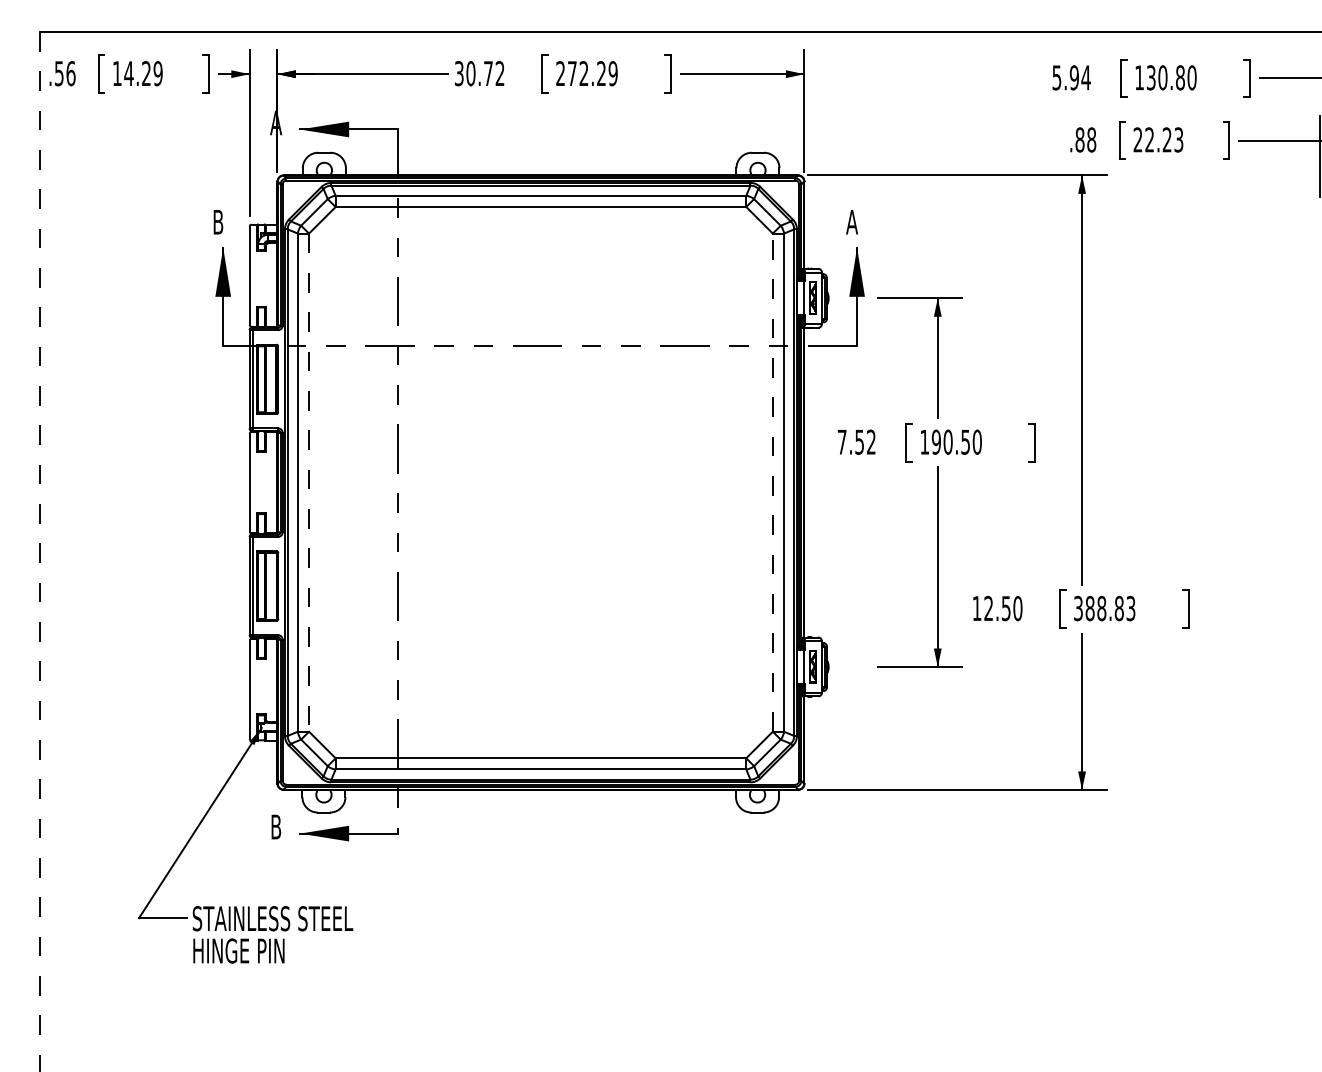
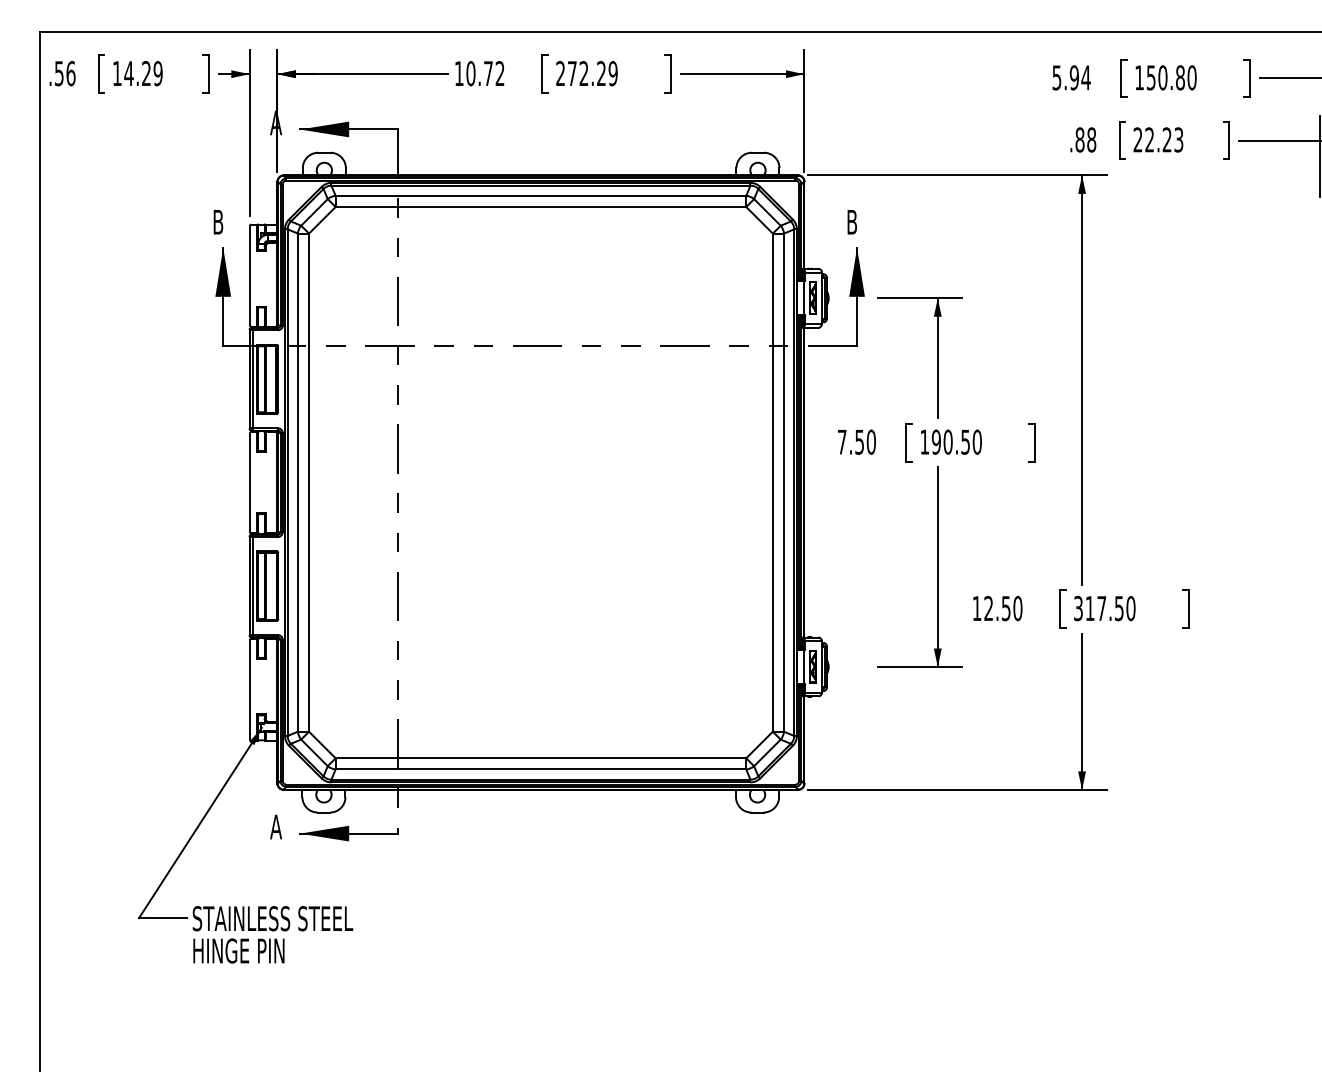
text at (458, 73): 30.72 -> 10.72
text at (1151, 77): 130.80 -> 150.80
text at (852, 222): A -> B
text at (870, 441): 7.52 -> 7.50
line at (772, 482): dashed -> solid
line at (309, 483): dashed -> solid
line at (39, 551): dashed -> solid
text at (1110, 608): 388.83 -> 317.50
text at (275, 826): B -> A
